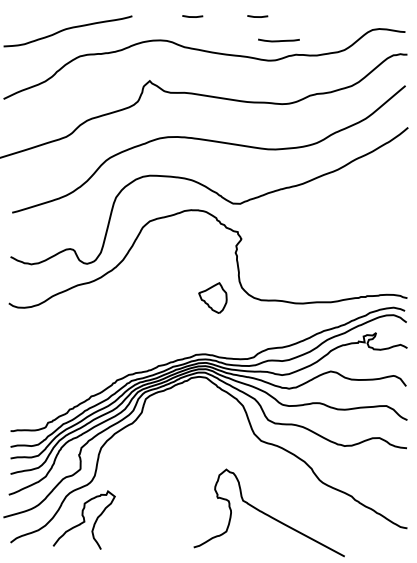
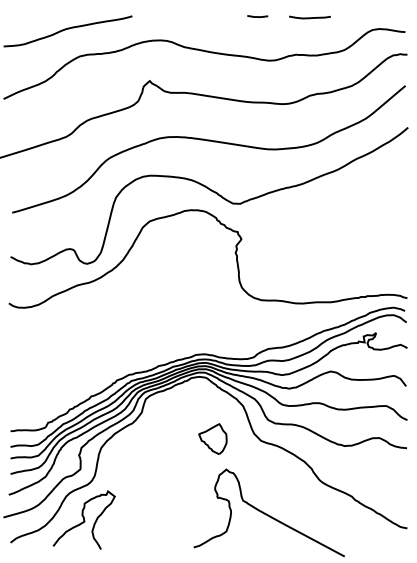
line at (192, 16): present -> none
curve at (278, 40) position: (278, 40) -> (309, 17)
part at (212, 297) position: (212, 297) -> (212, 438)
